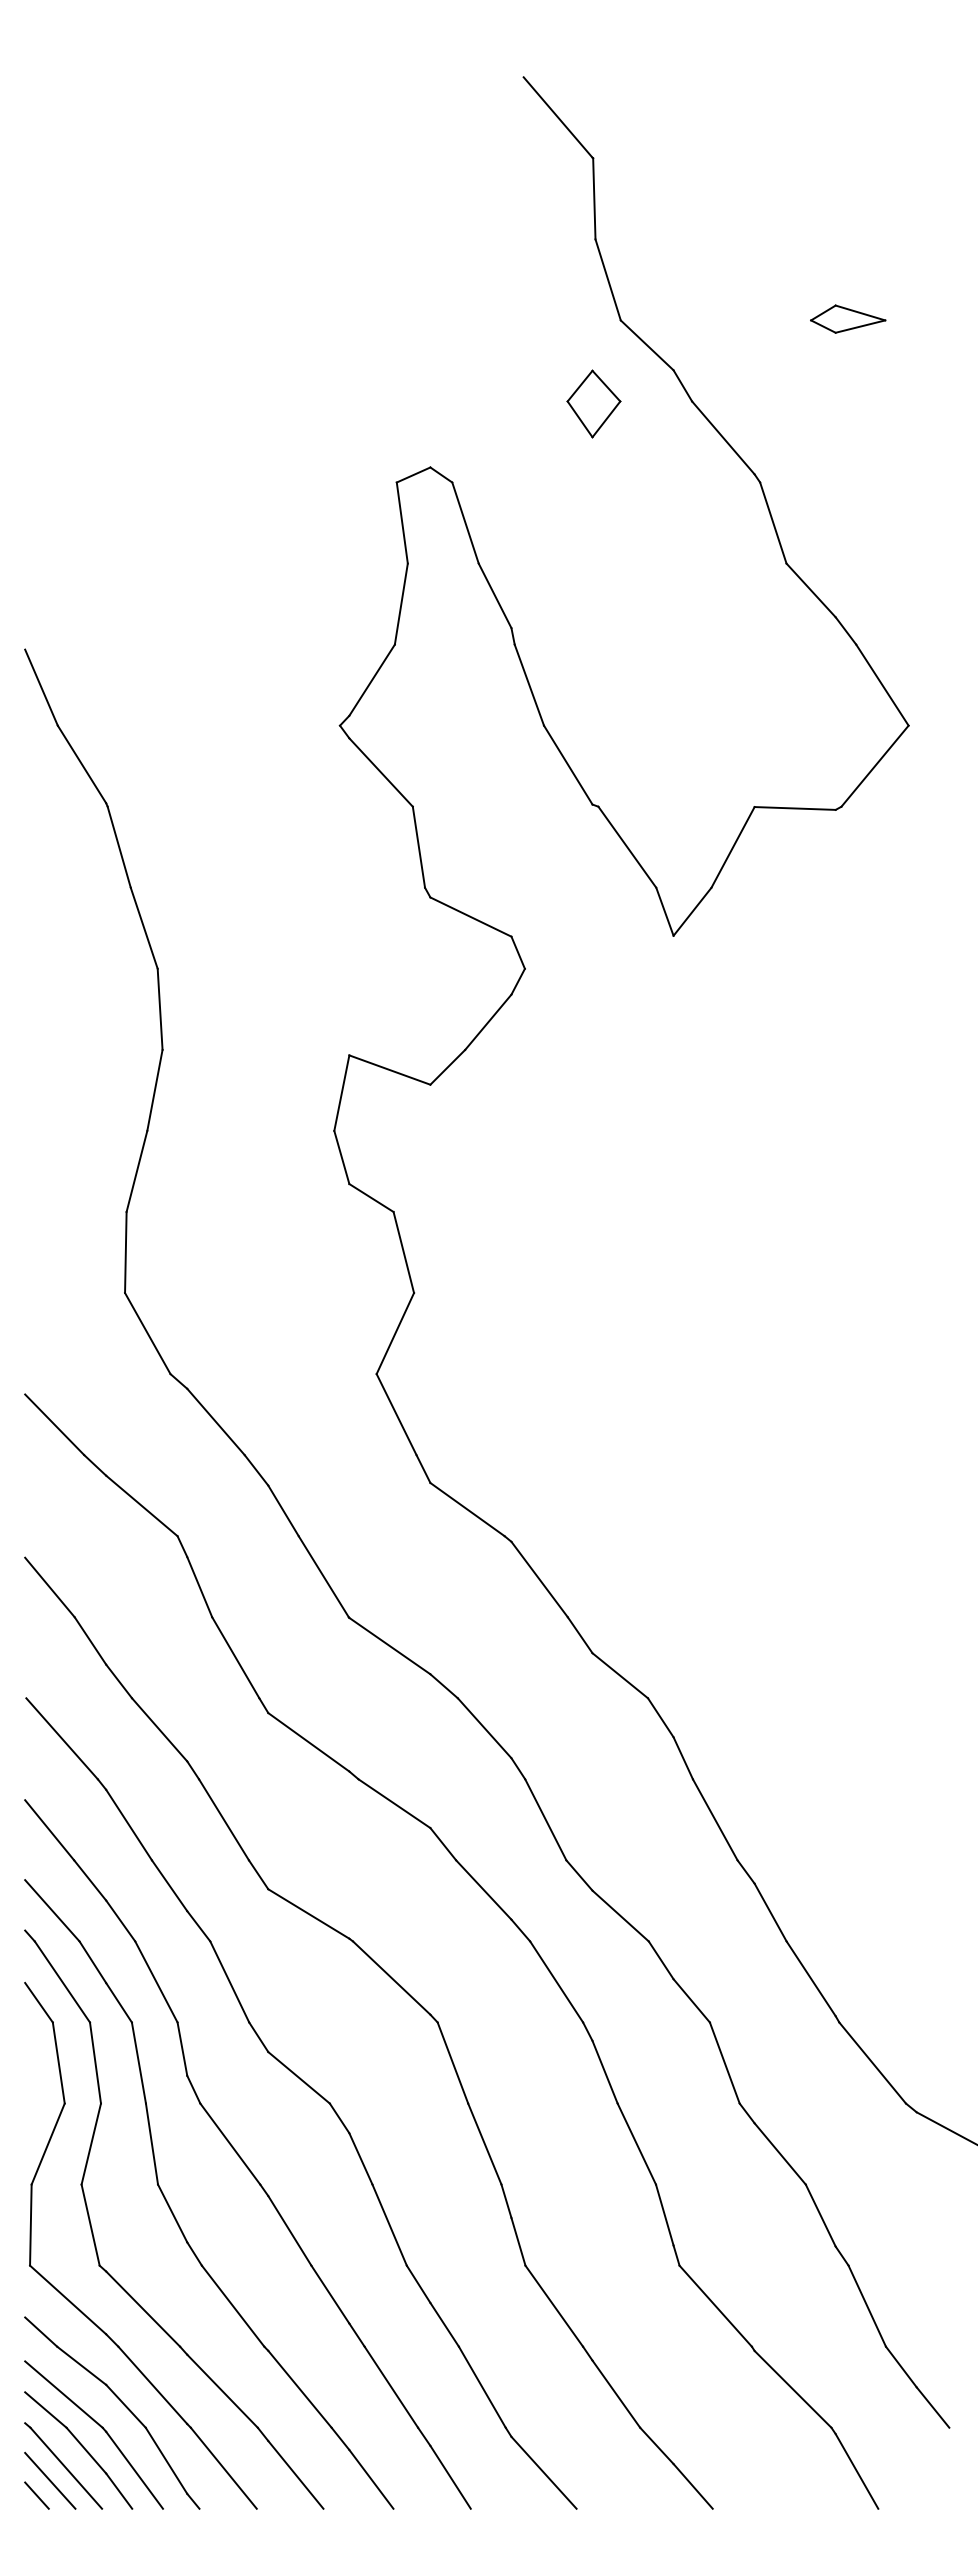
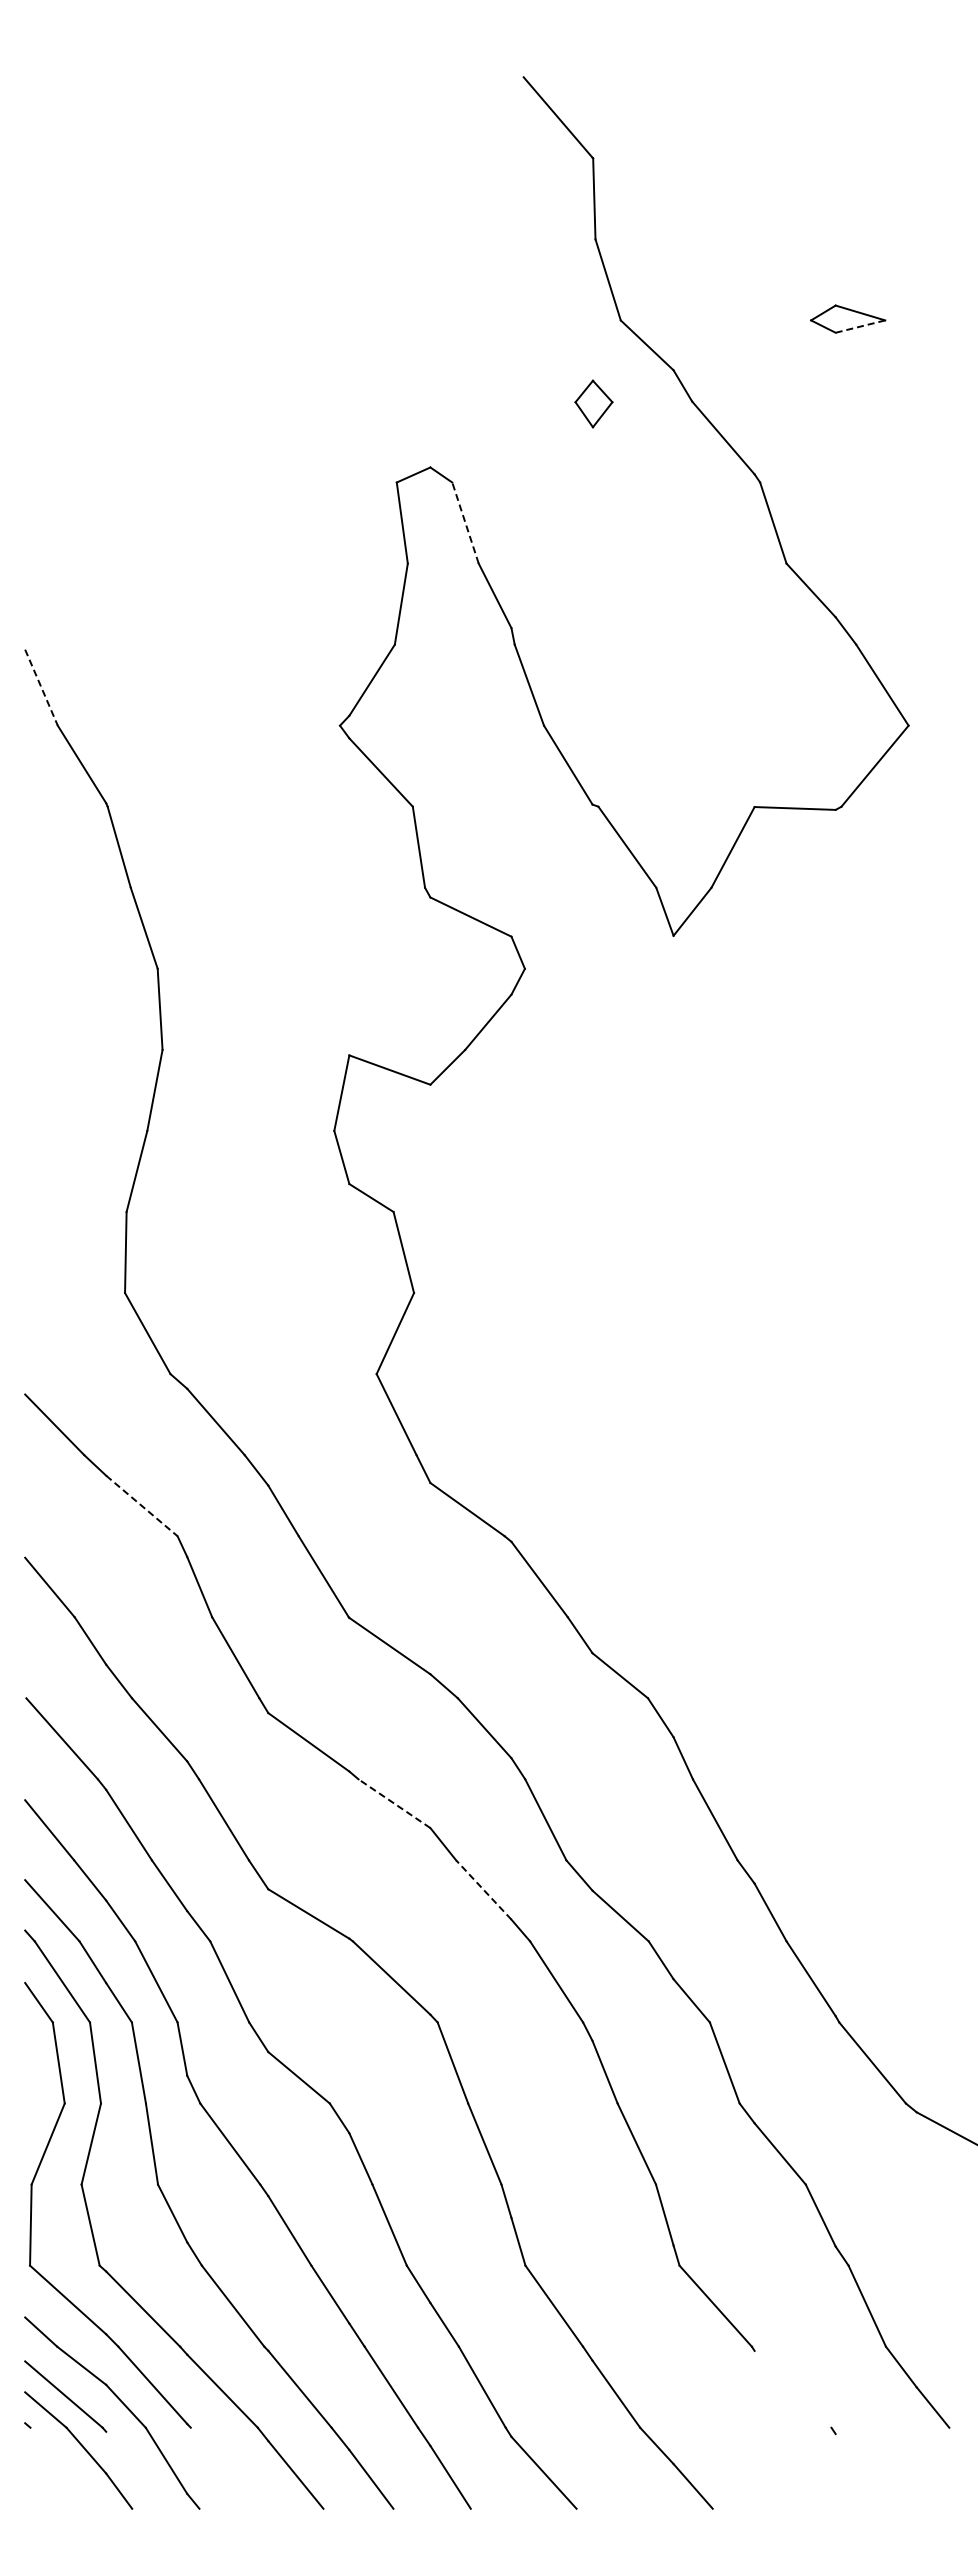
line at (860, 326): solid -> dashed
part at (593, 403) size: 56x70 px -> 40x50 px
line at (465, 523): solid -> dashed
line at (41, 688): solid -> dashed
line at (141, 1505): solid -> dashed
line at (394, 1803): solid -> dashed
line at (483, 1890): solid -> dashed
line at (792, 2388): present -> none
line at (66, 2467): present -> none
line at (223, 2467): present -> none
line at (134, 2469): present -> none
line at (856, 2471): present -> none
line at (50, 2480): present -> none
line at (36, 2495): present -> none
